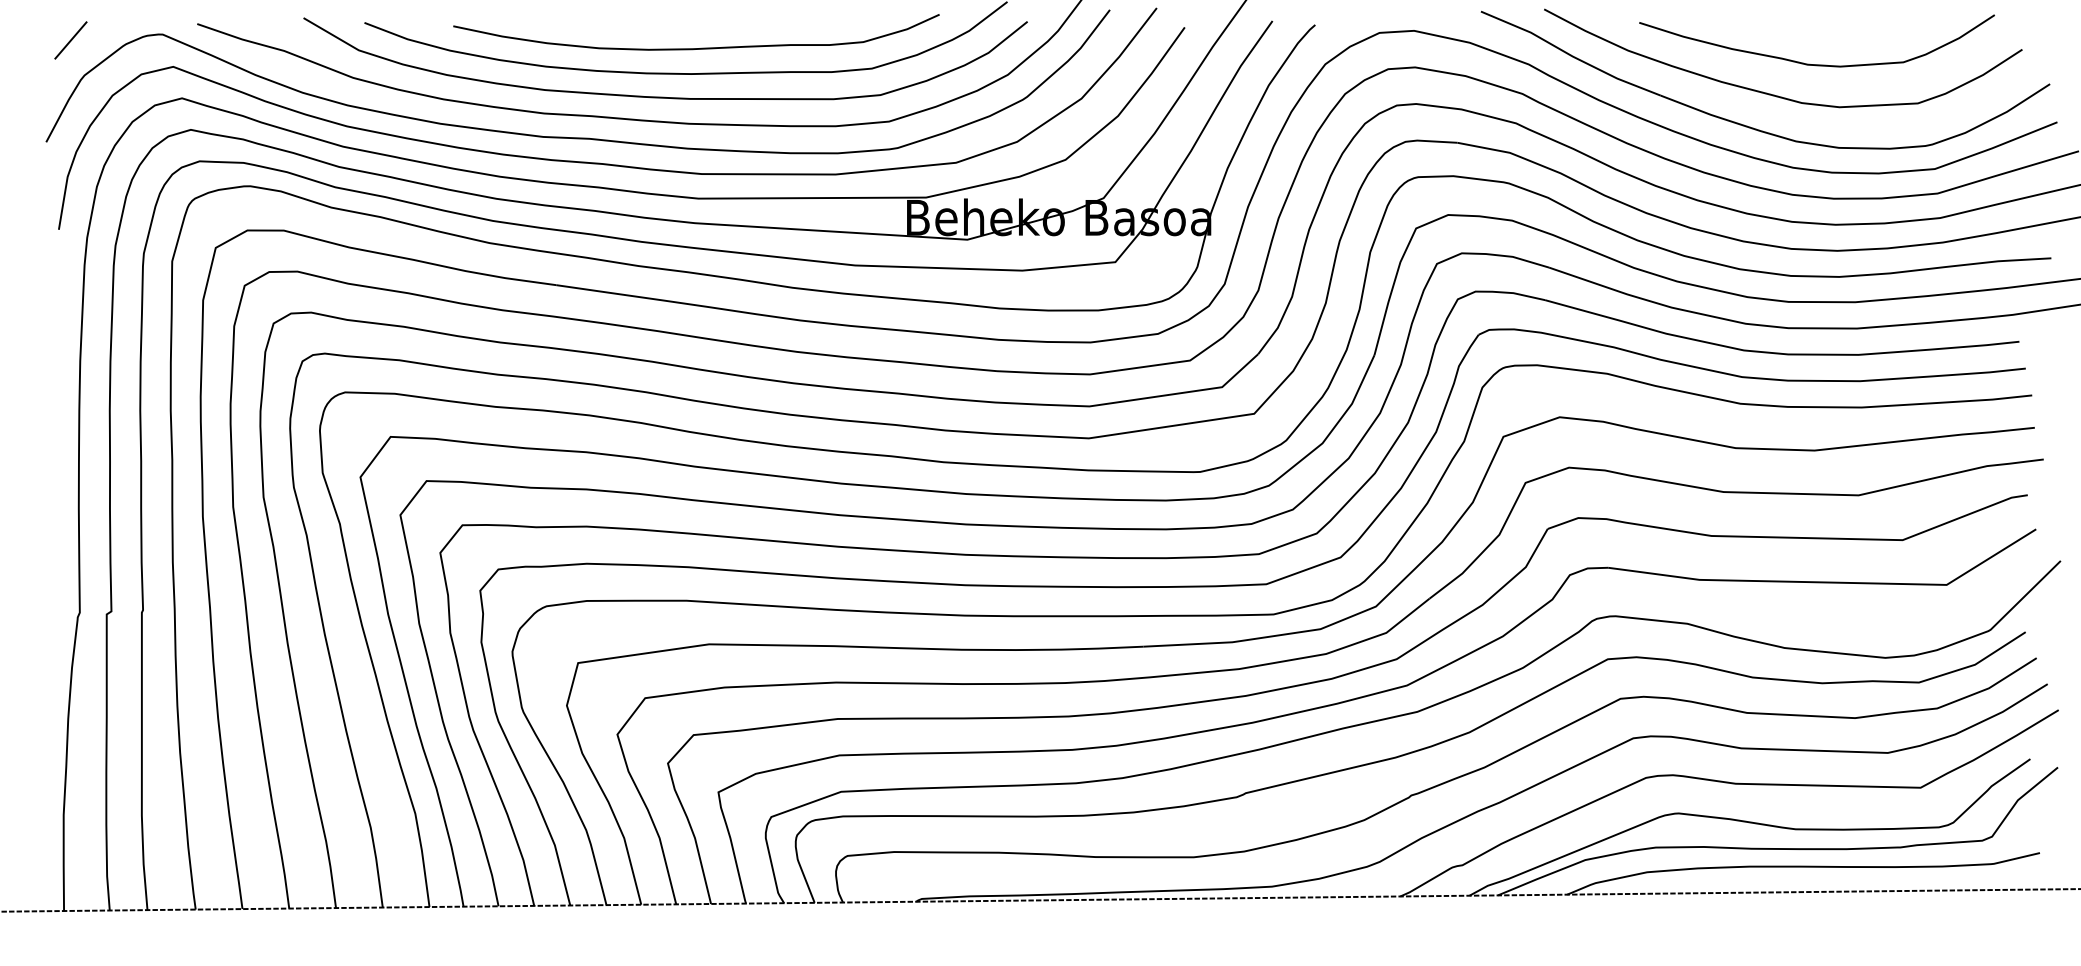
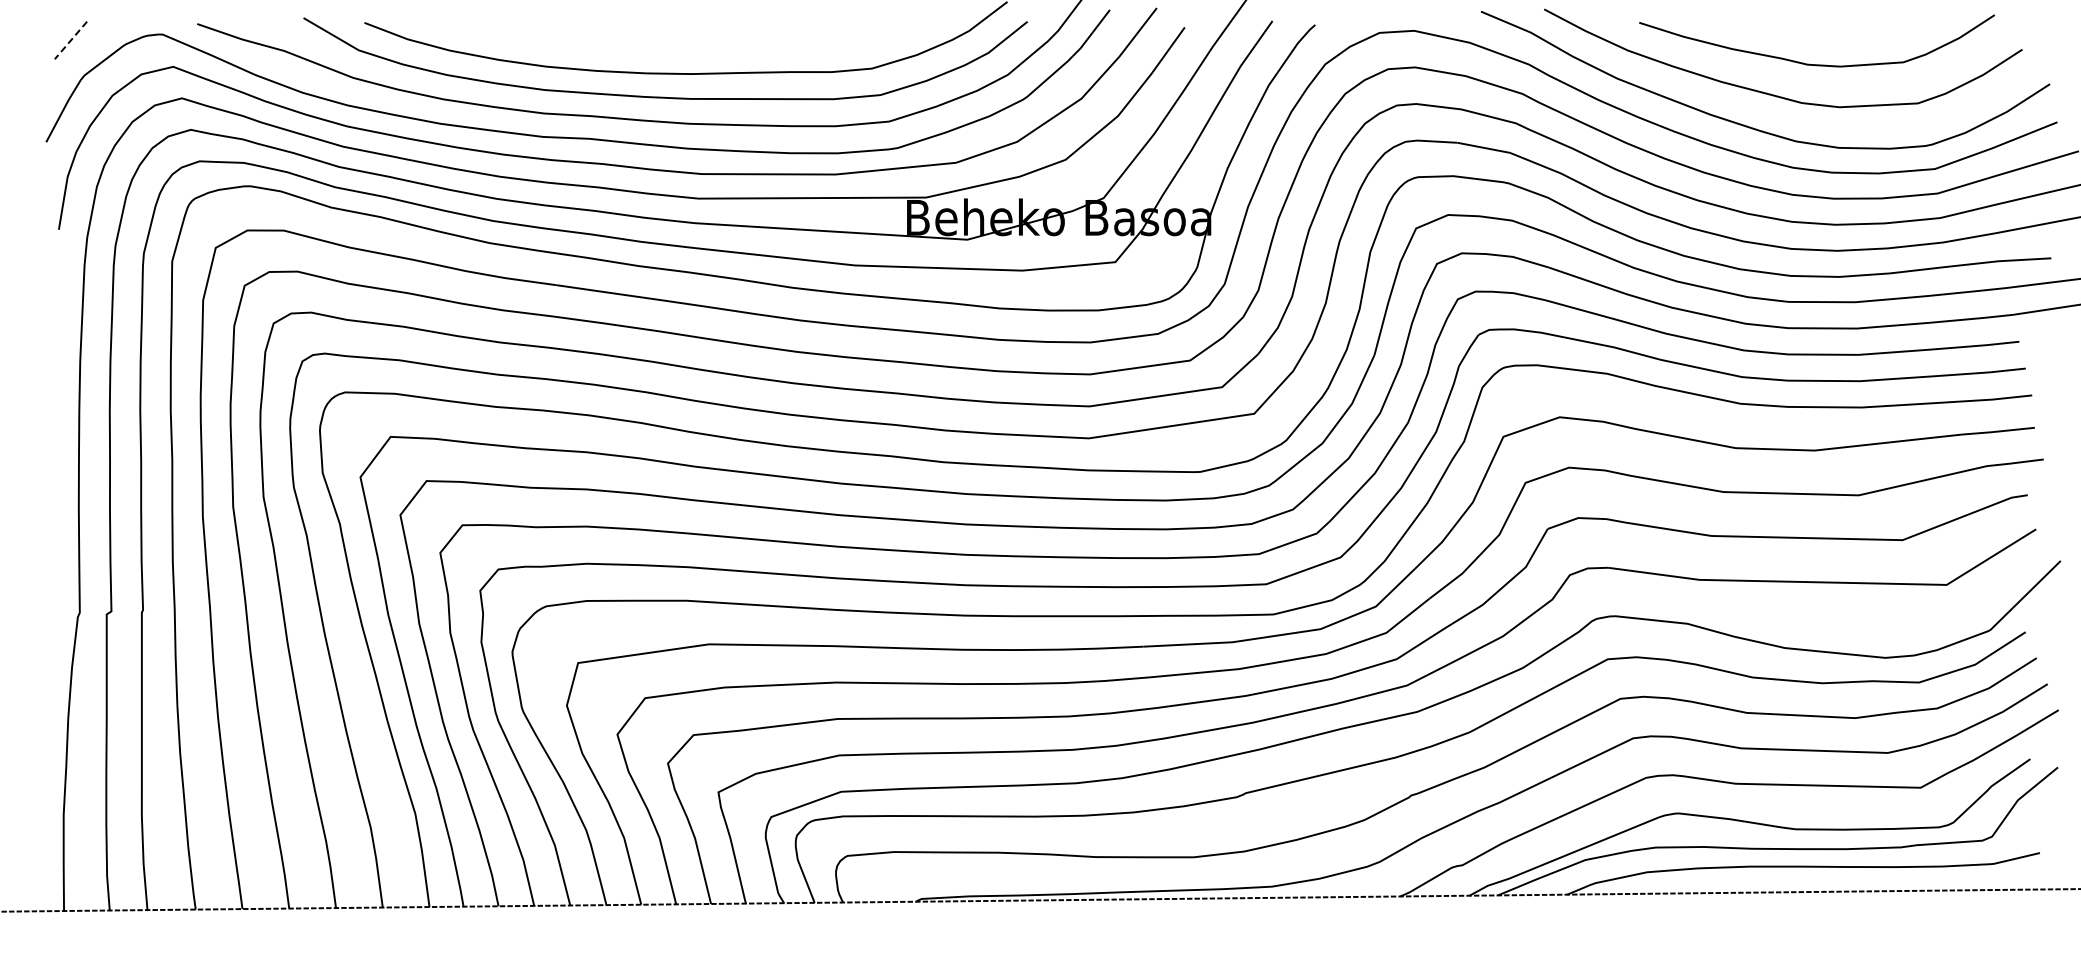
line at (70, 40): solid -> dashed
curve at (701, 47): present -> none
